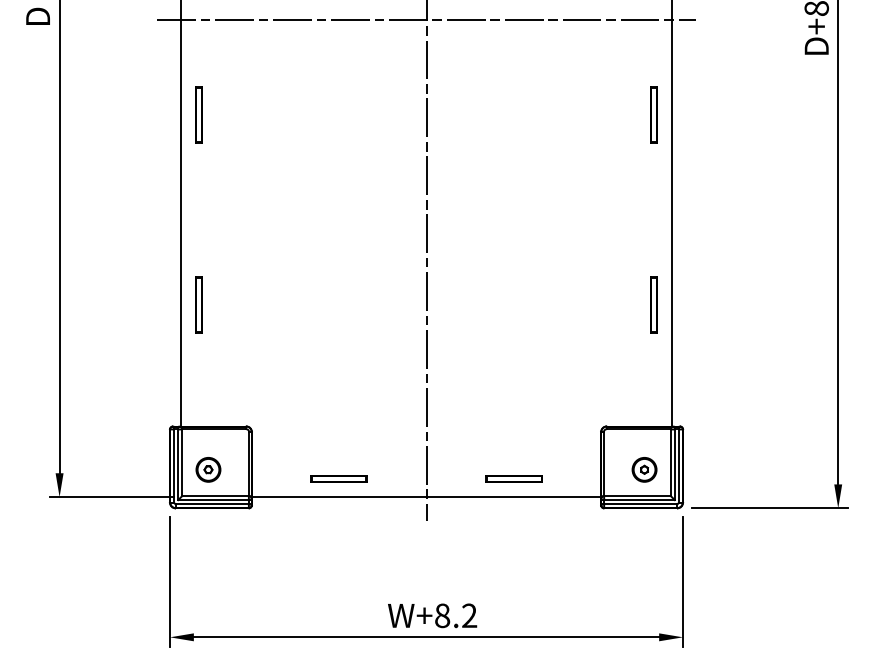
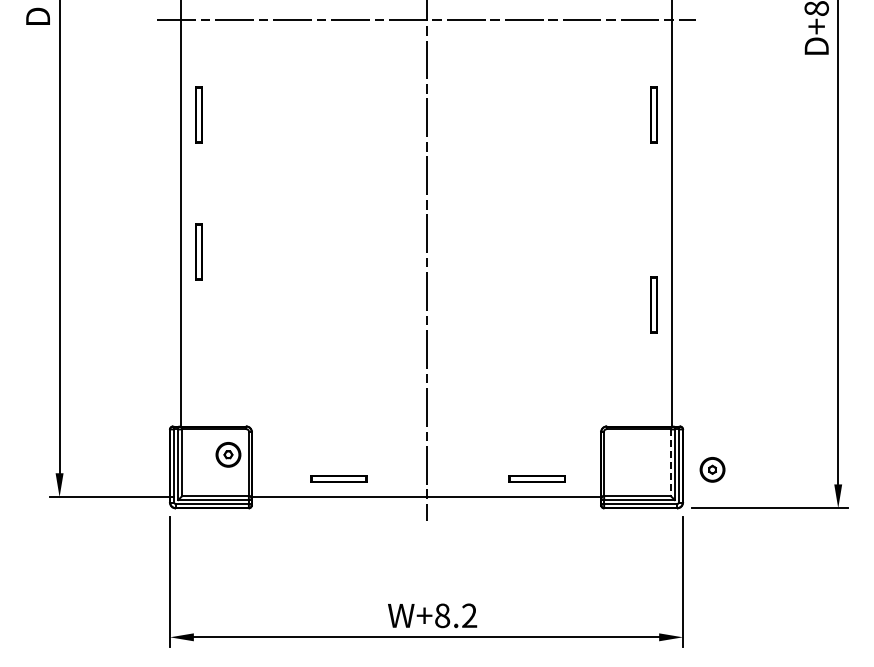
part at (198, 304) position: (198, 304) -> (198, 251)
line at (670, 463): solid -> dashed
part at (208, 469) position: (208, 469) -> (228, 454)
part at (644, 469) position: (644, 469) -> (712, 469)
part at (513, 478) position: (513, 478) -> (536, 478)
